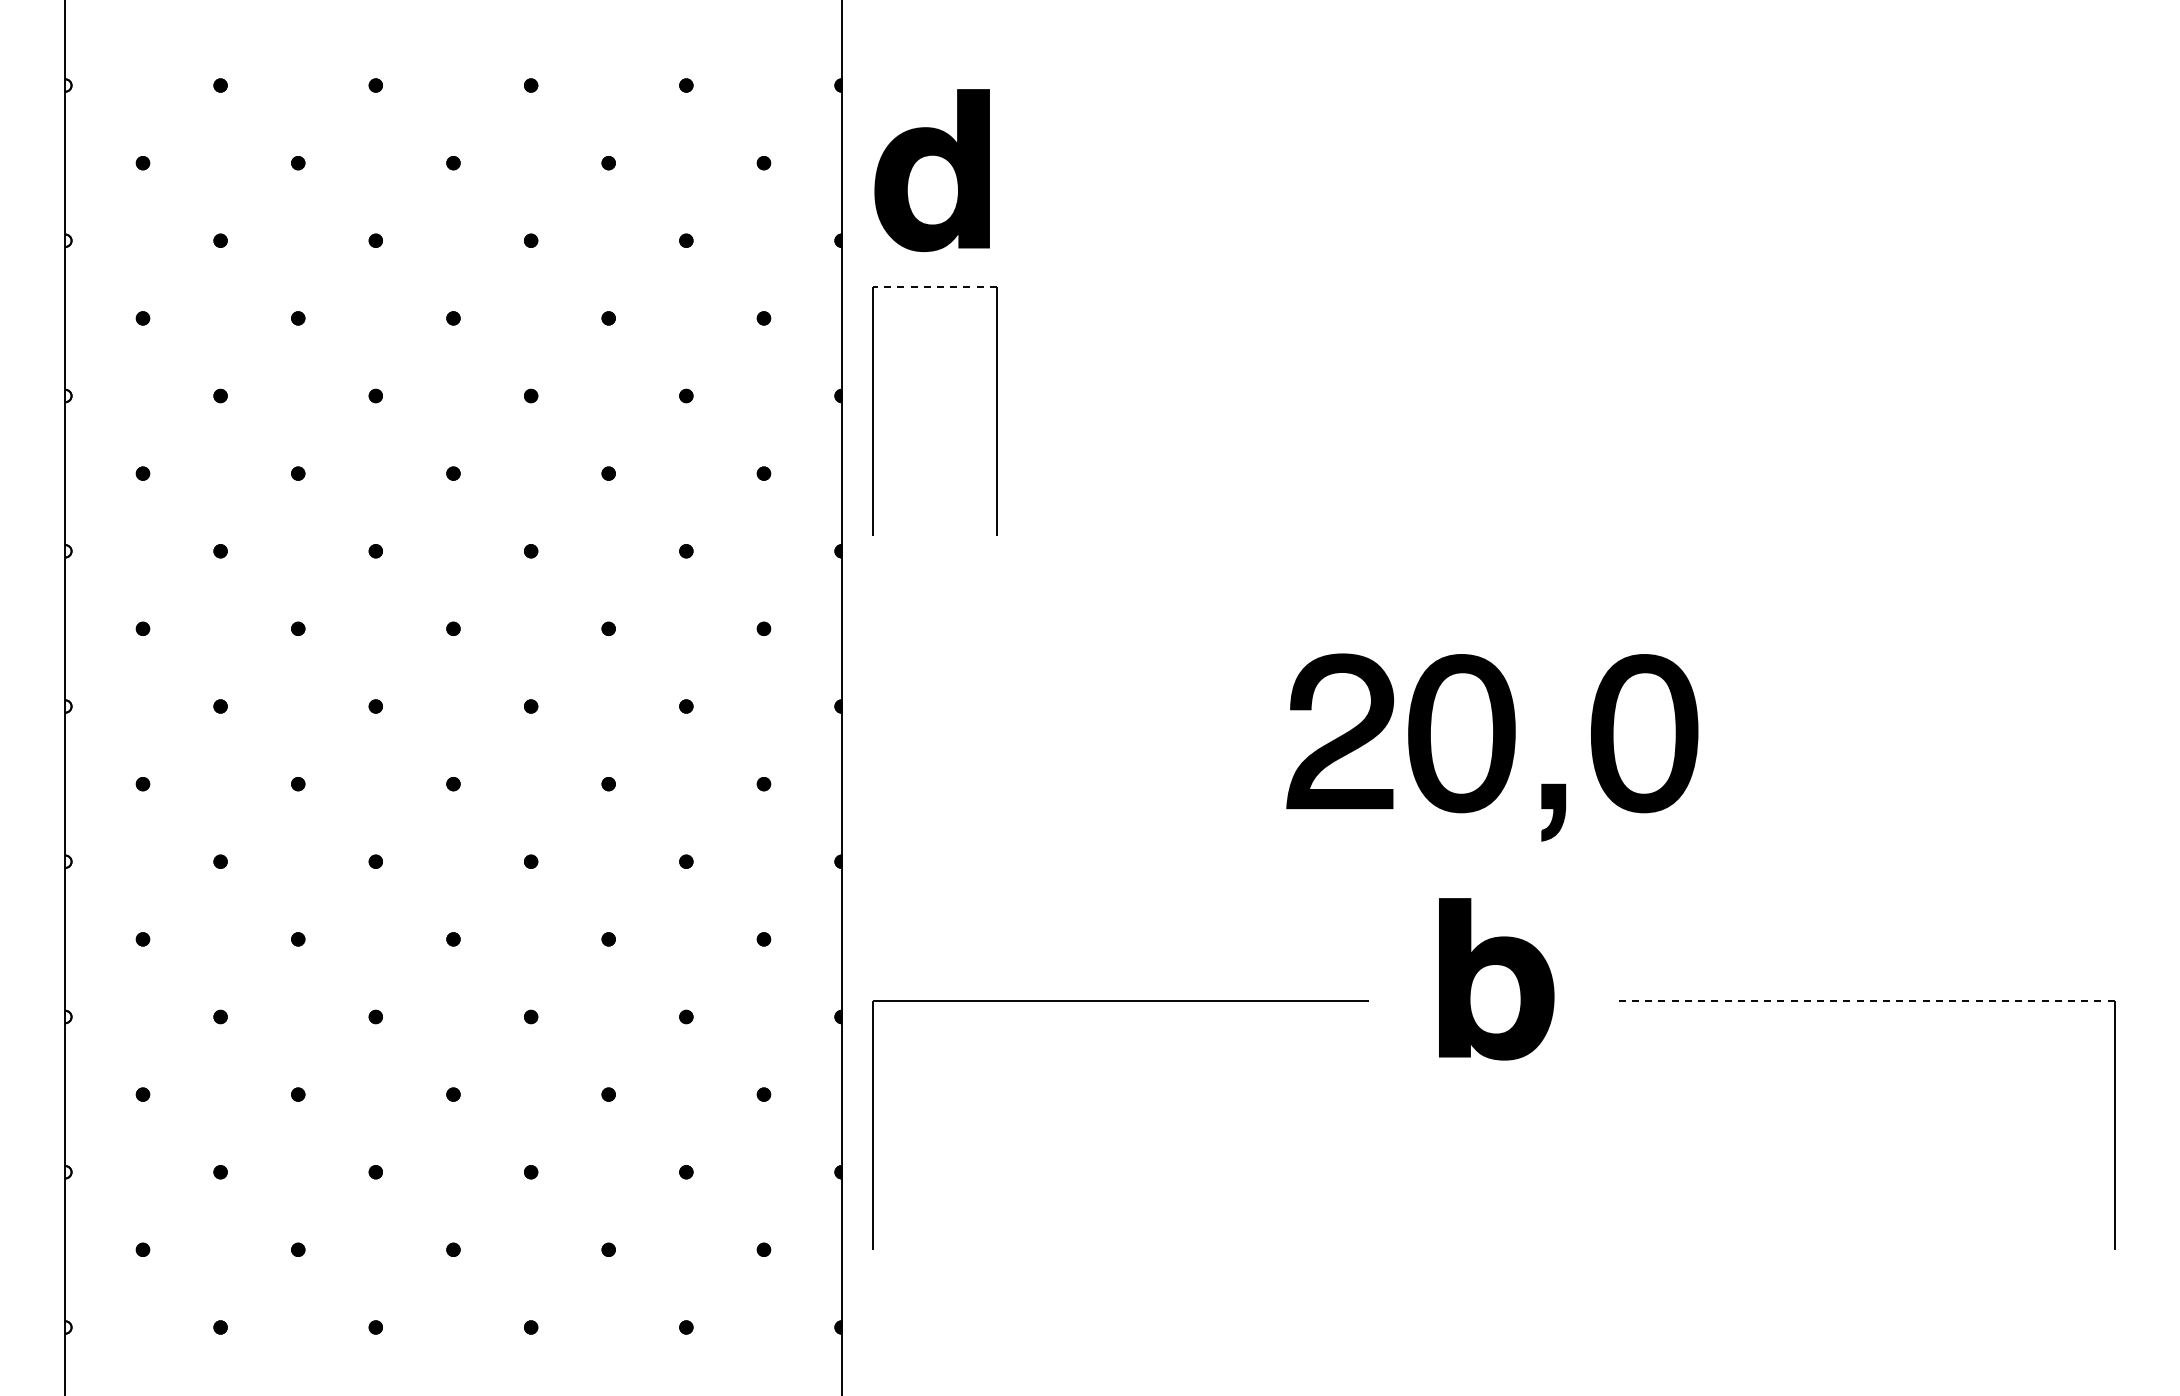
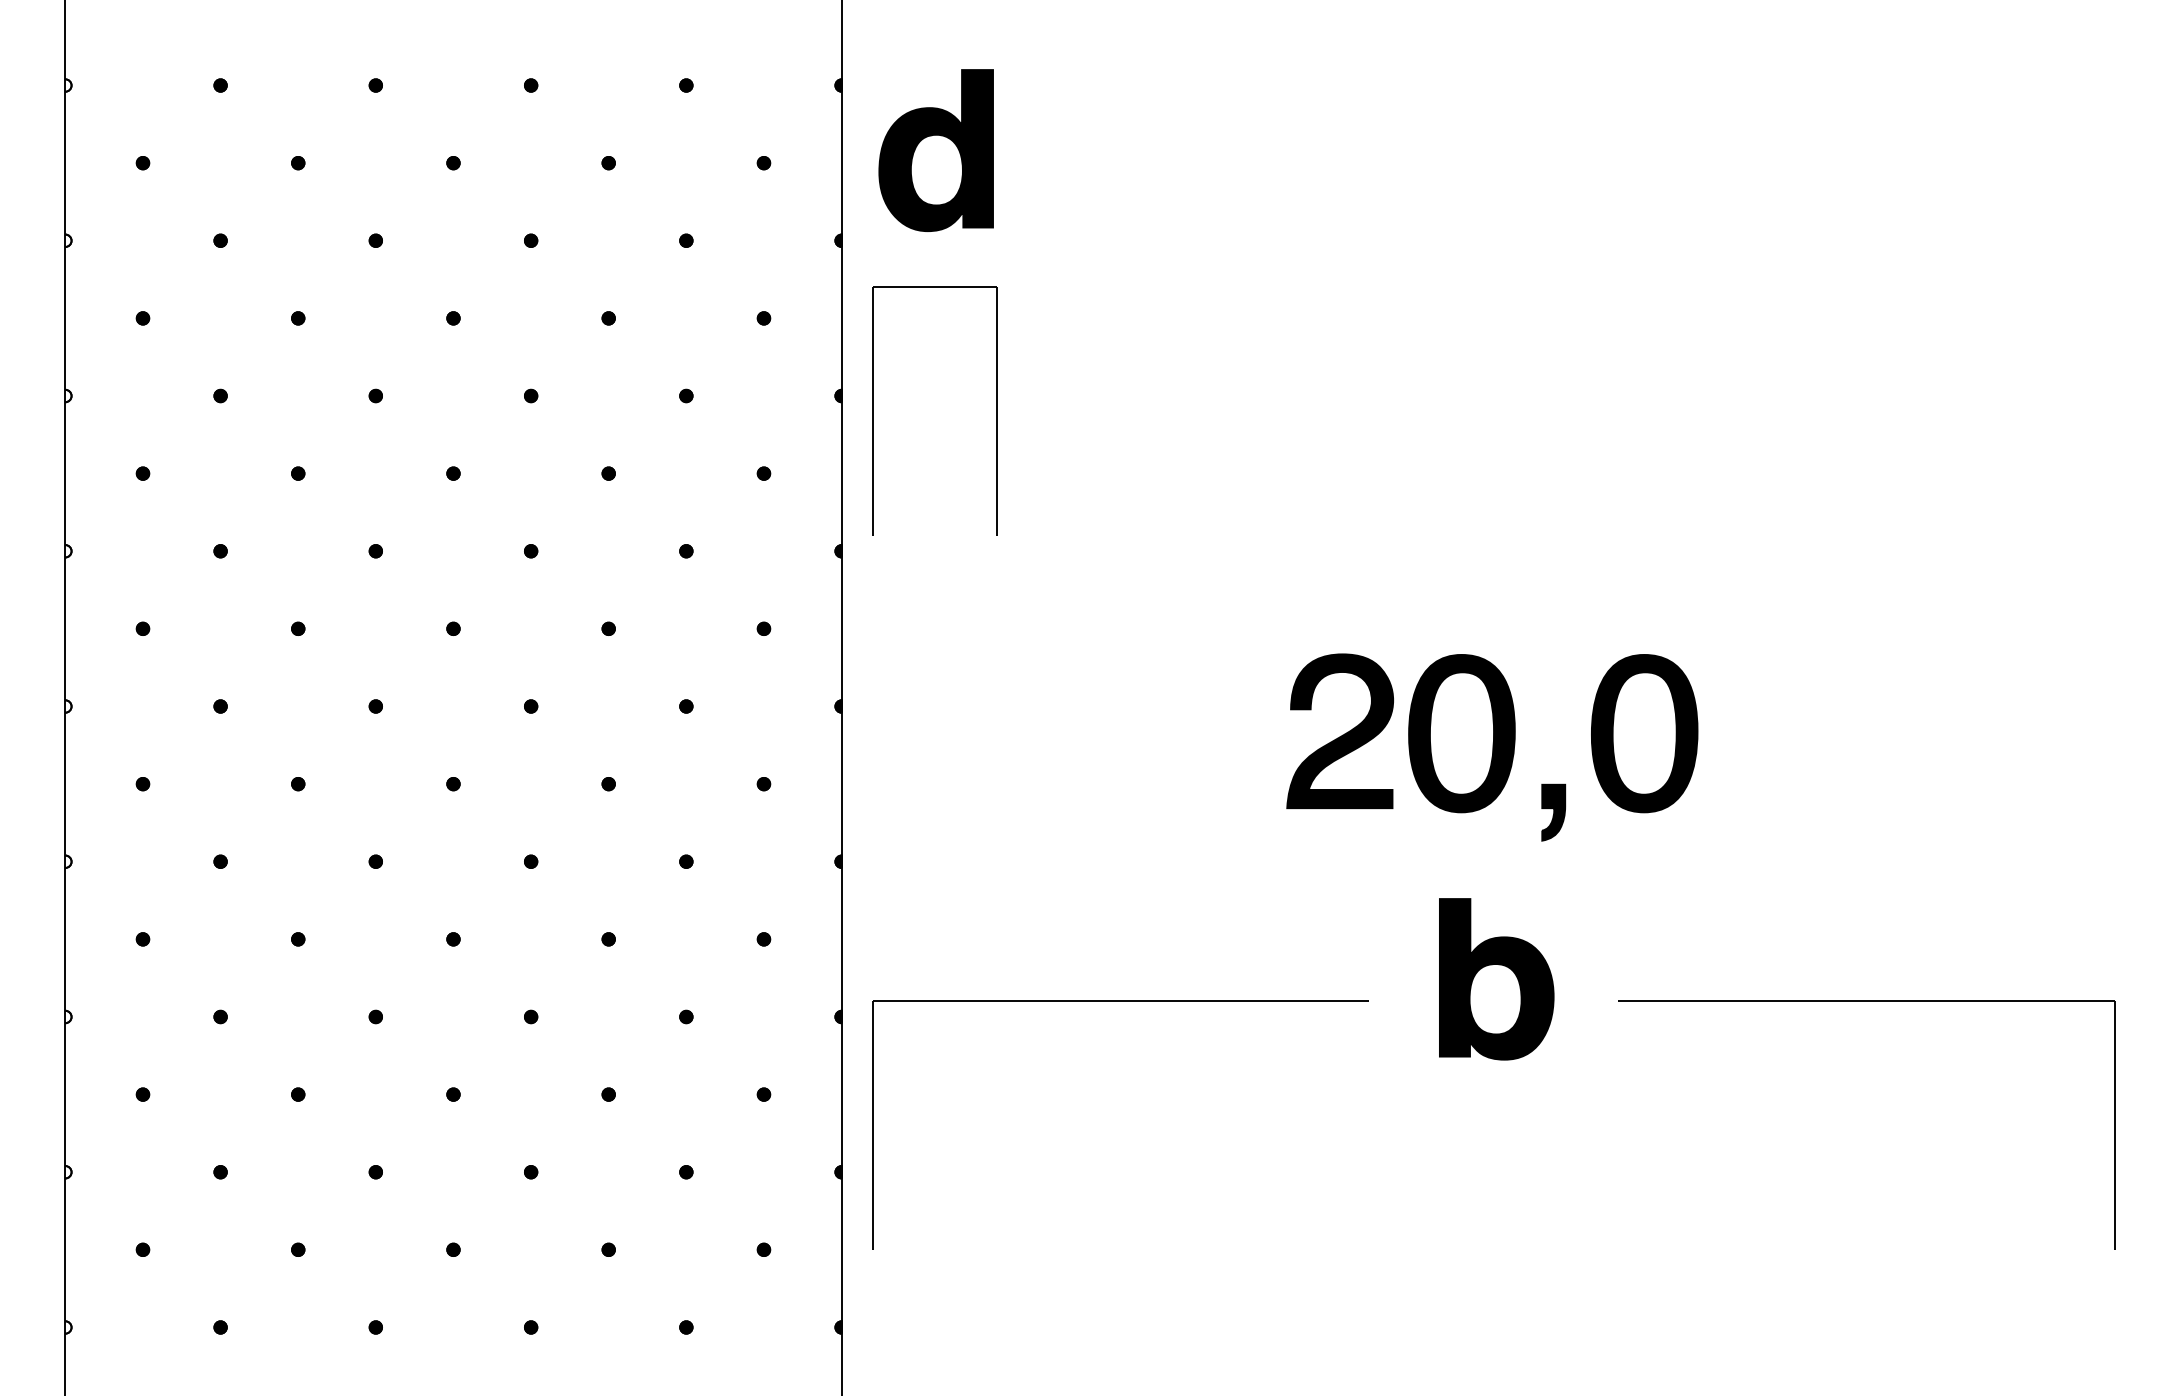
part at (931, 170) position: (931, 170) -> (935, 150)
line at (934, 287): dashed -> solid
line at (1865, 1001): dashed -> solid
